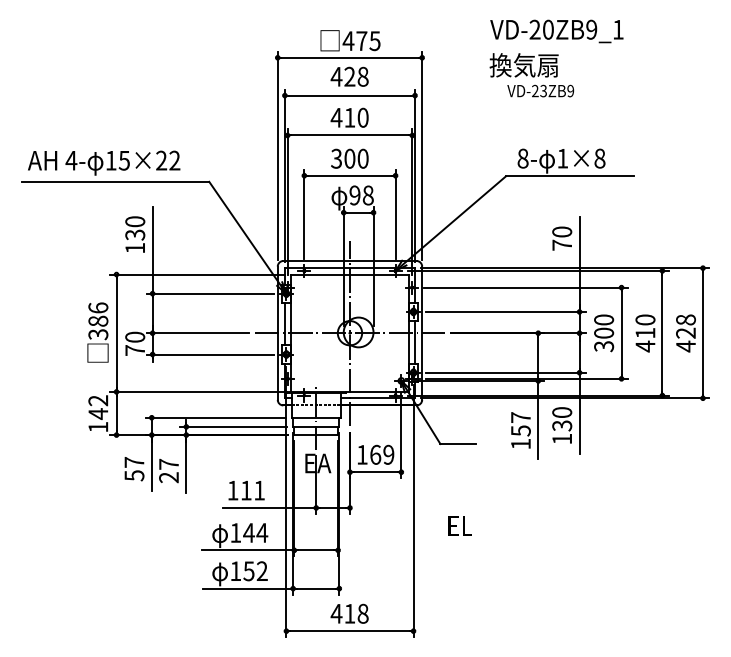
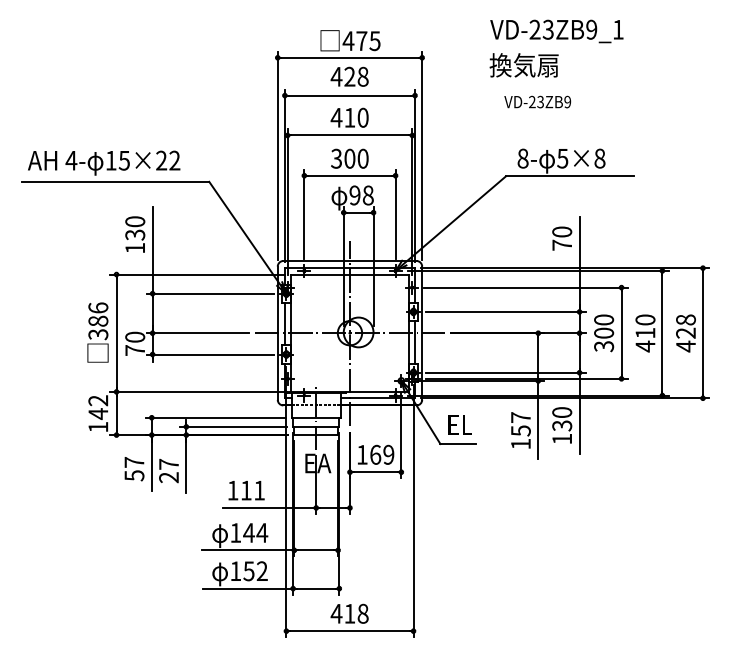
text at (547, 29): VD-20ZB9_1 -> VD-23ZB9_1
text at (540, 90) position: (540, 90) -> (537, 101)
text at (562, 158): 1×8 -> 5×8
text at (459, 525) position: (459, 525) -> (459, 424)
